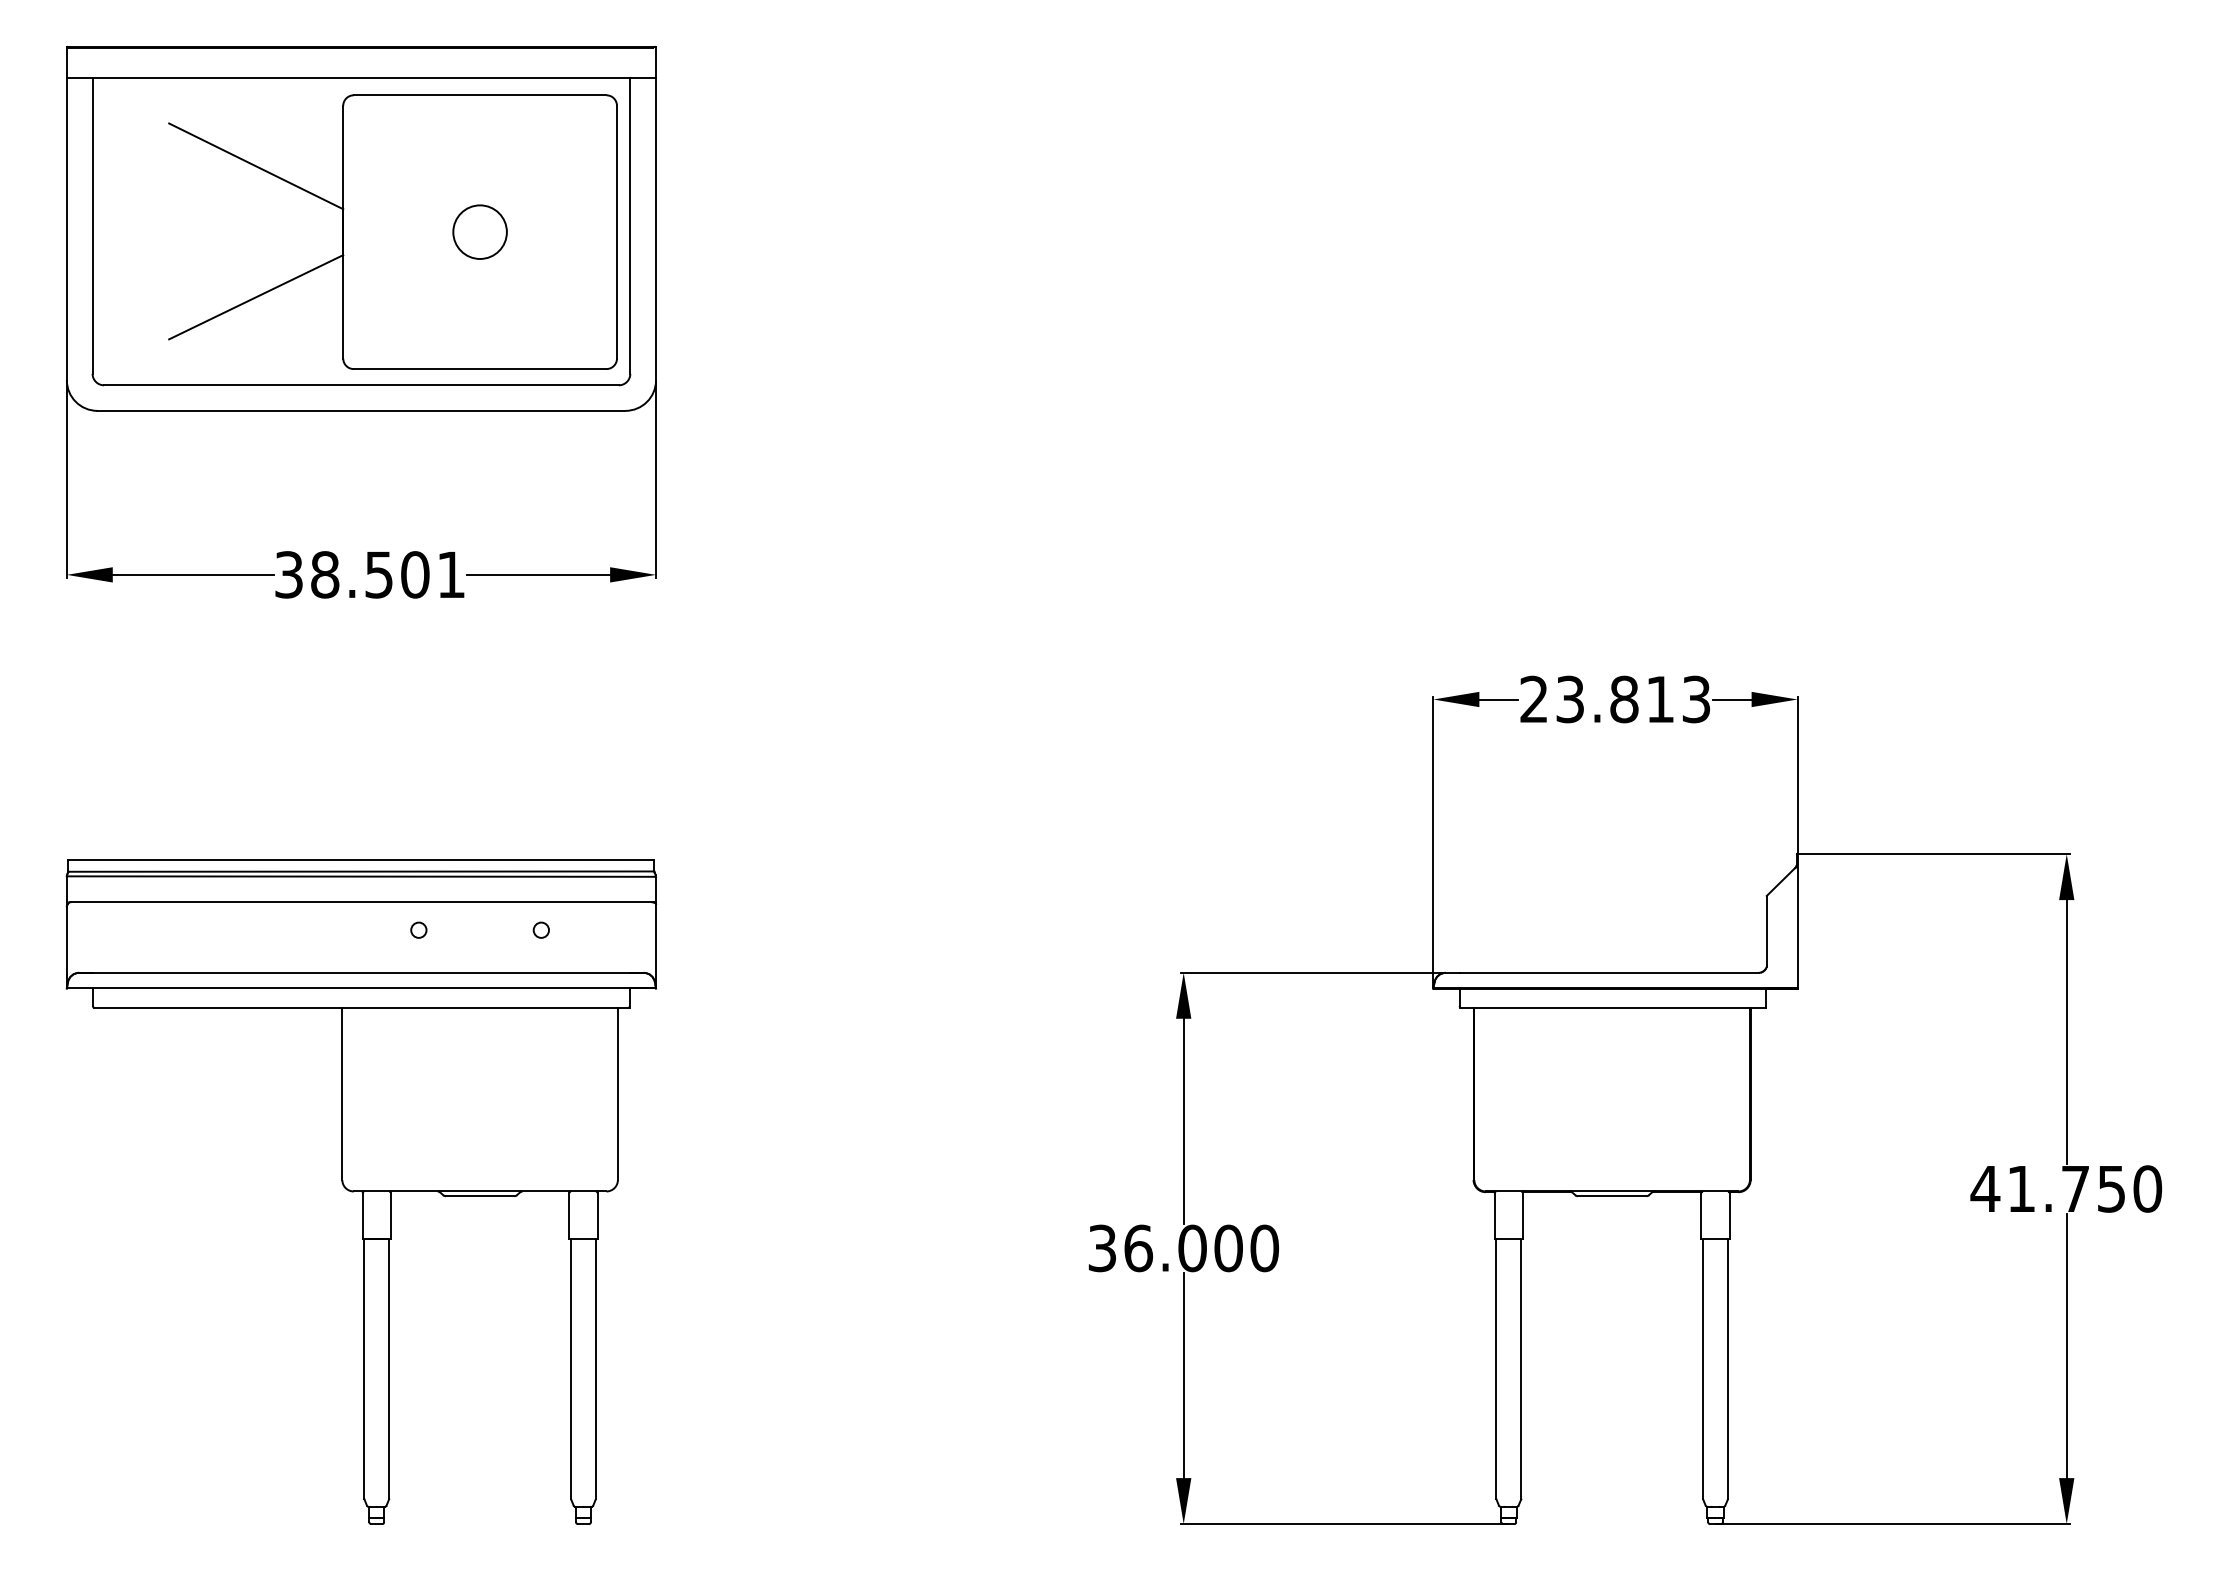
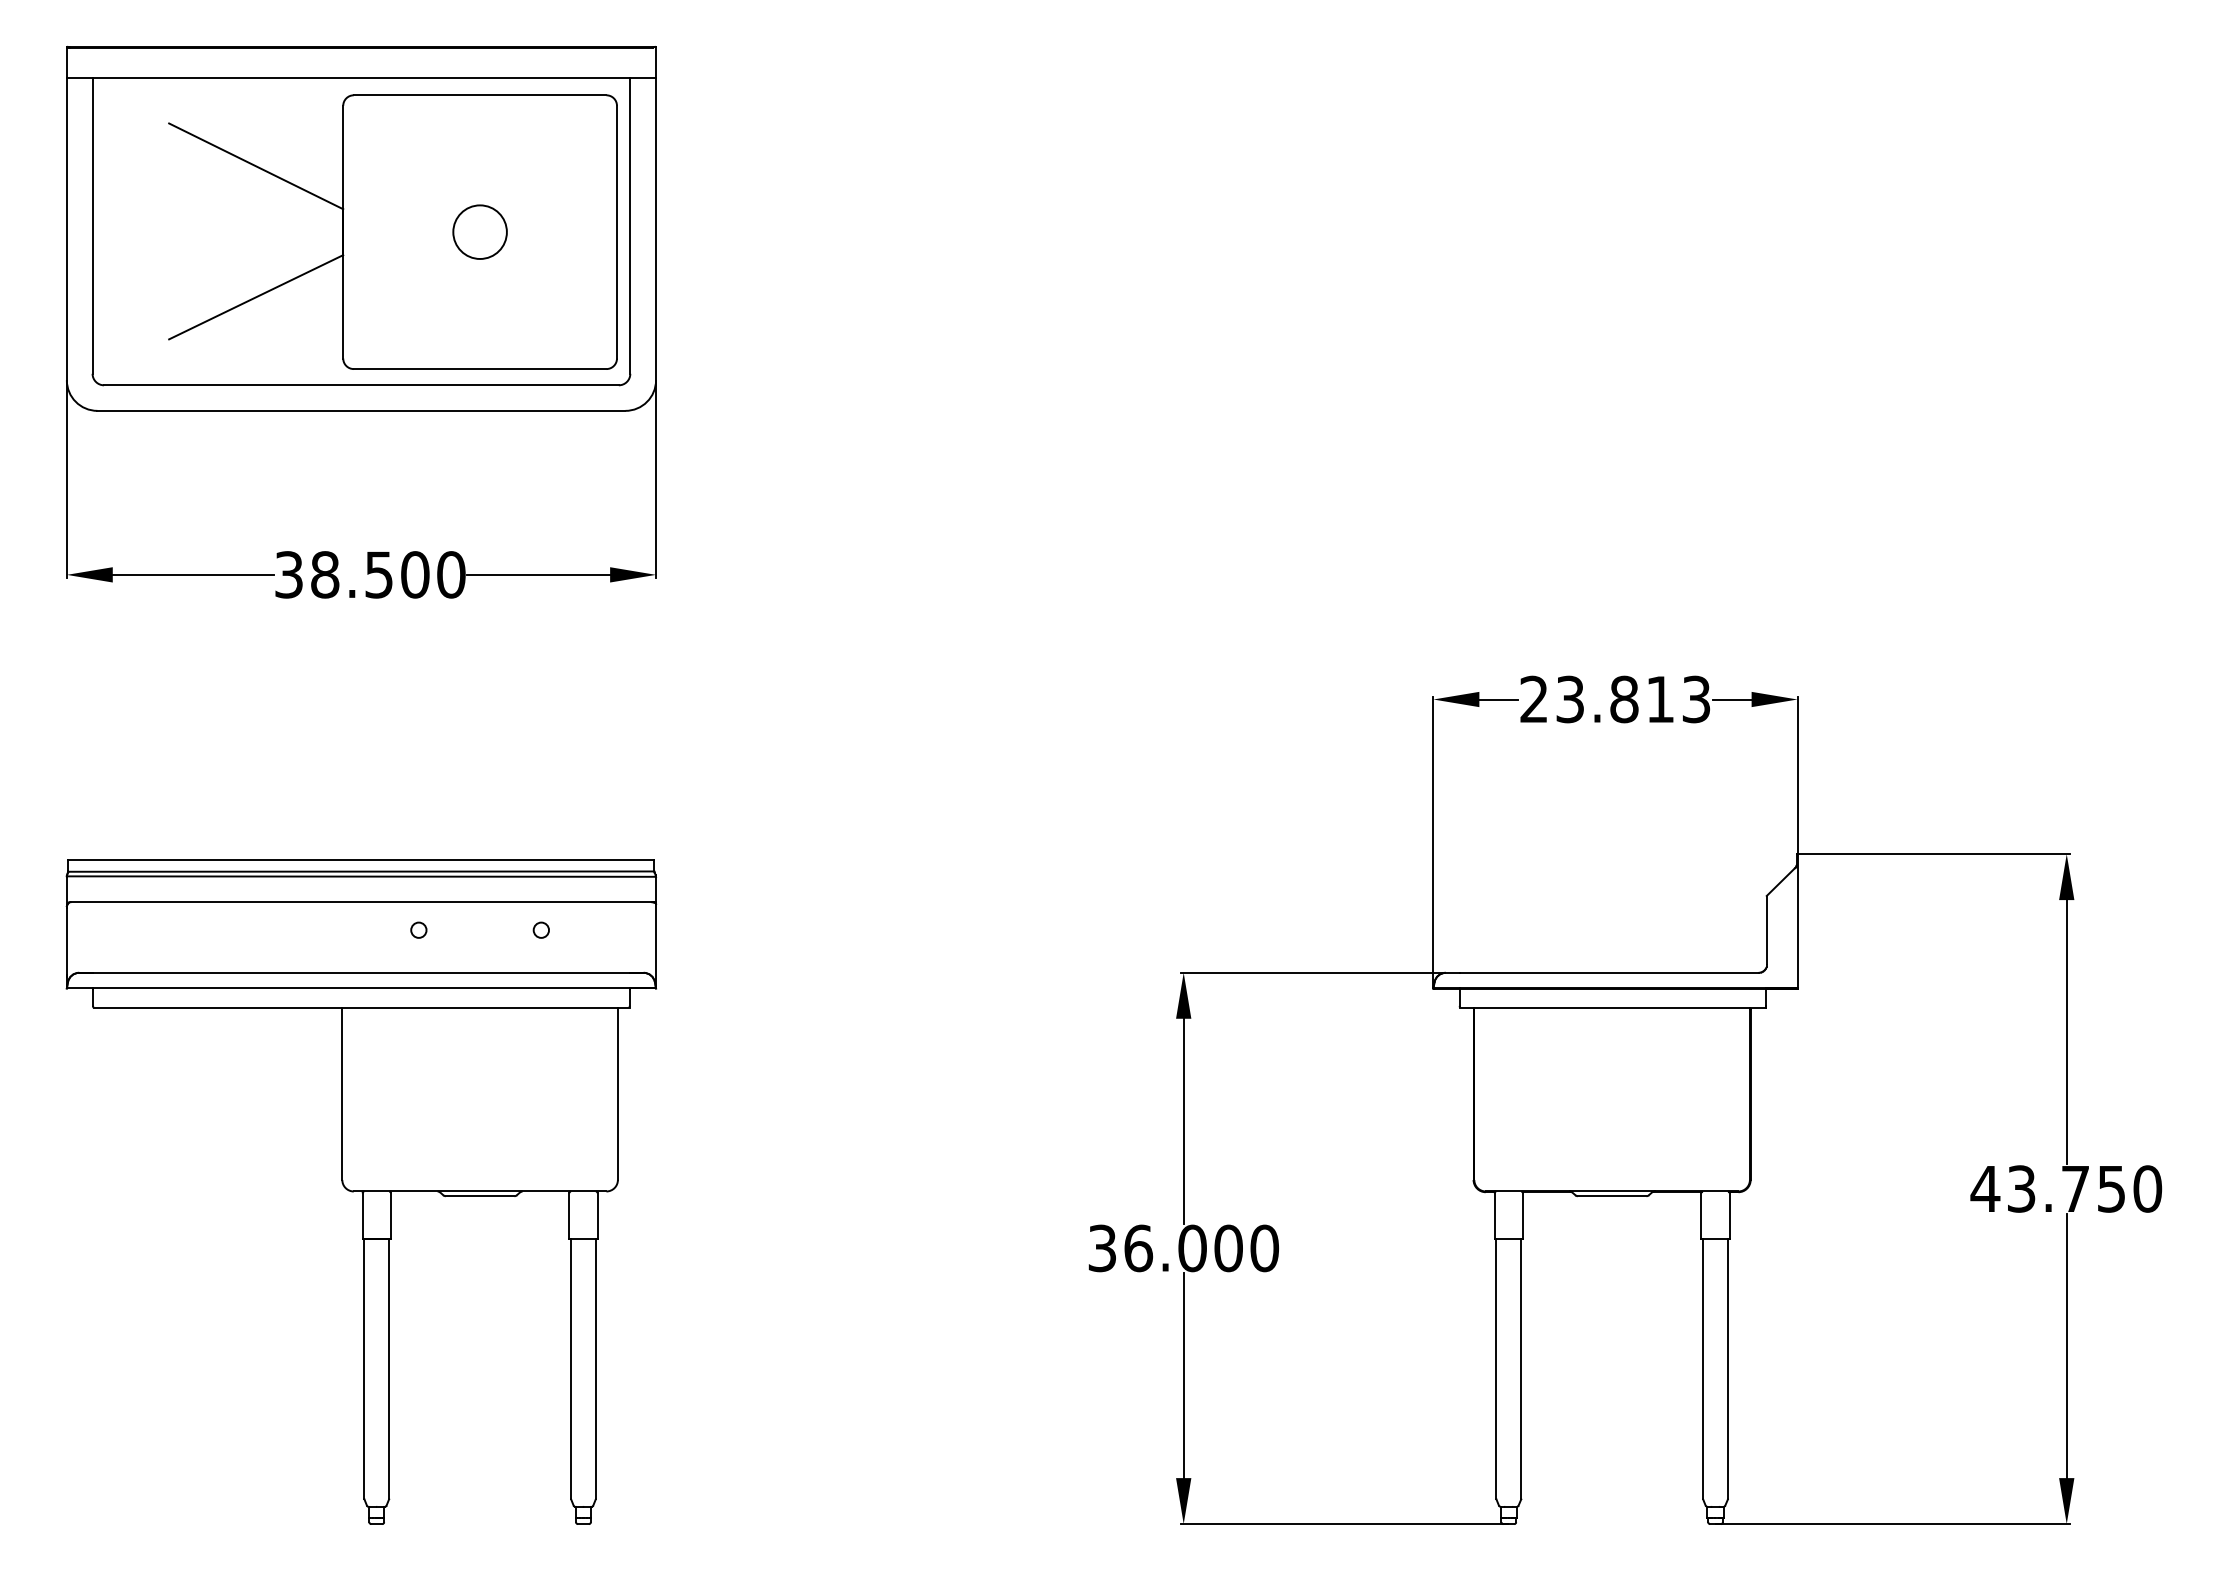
text at (451, 574): 38.501 -> 38.500
text at (2021, 1188): 41.750 -> 43.750
